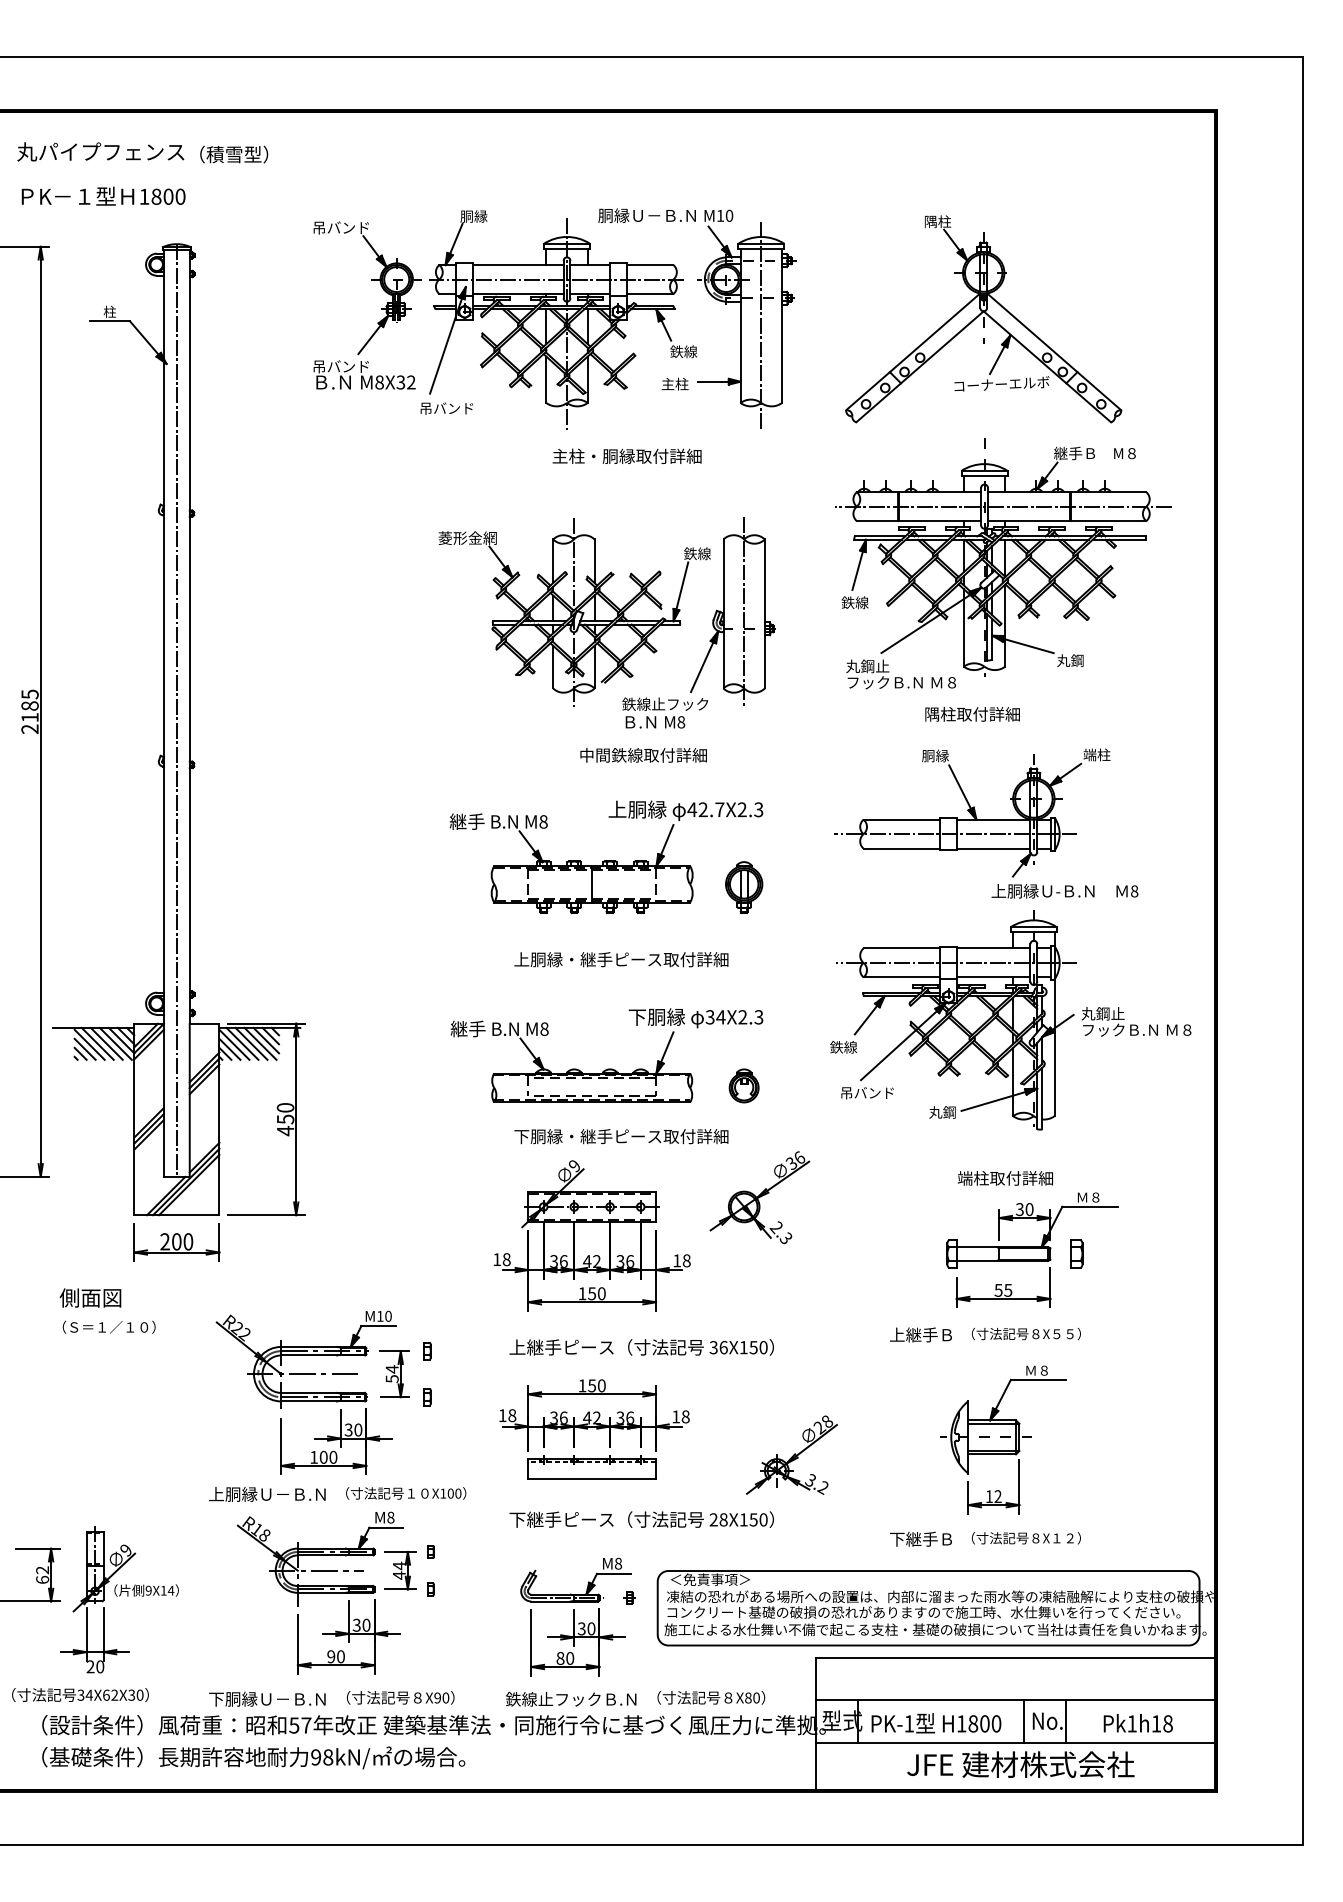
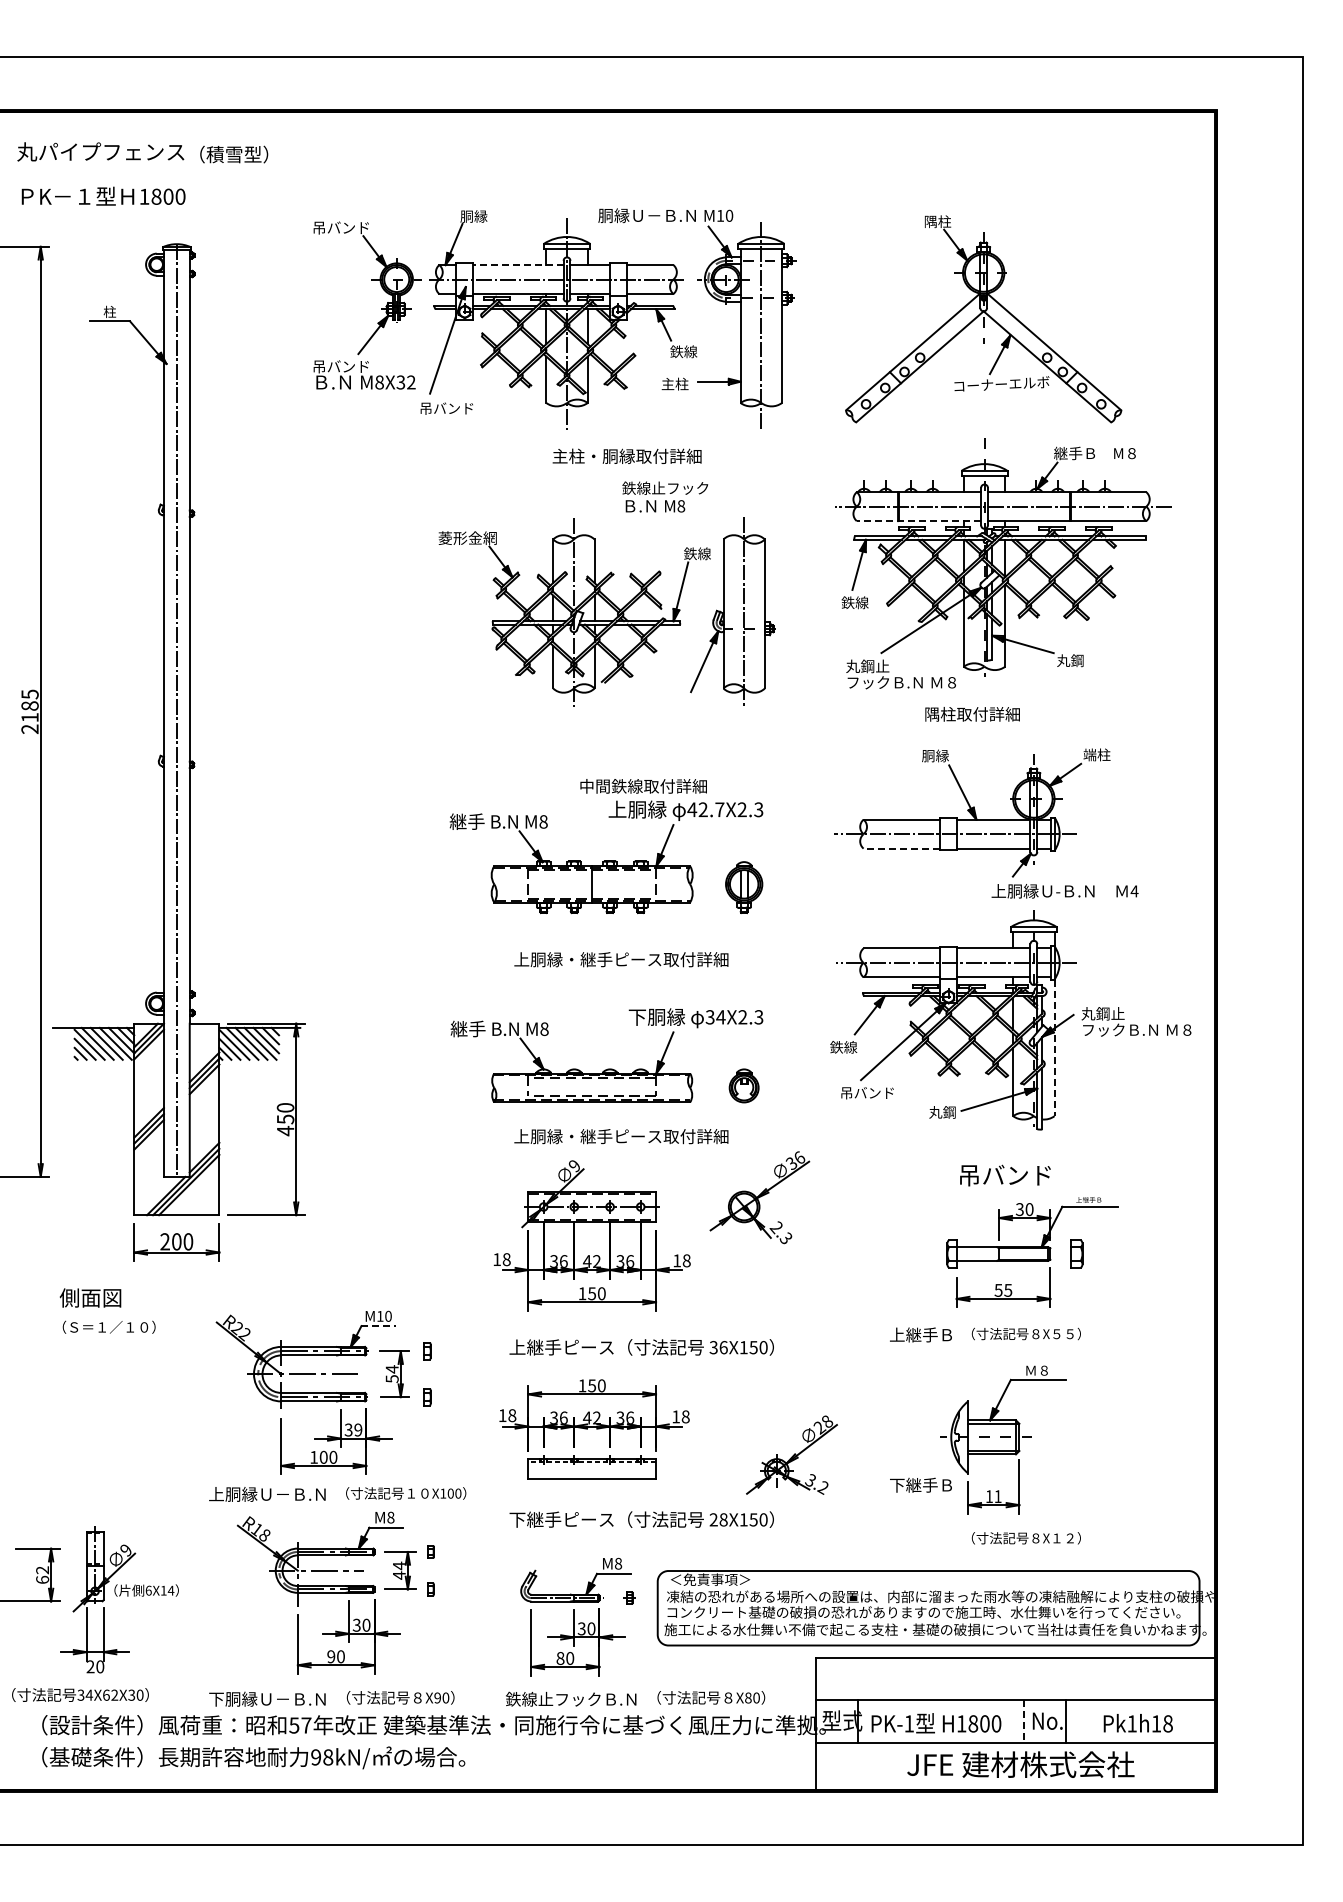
line at (518, 265): solid -> dashed
line at (918, 521): solid -> dashed
text at (665, 712) position: (665, 712) -> (665, 496)
text at (643, 755) position: (643, 755) -> (643, 786)
line at (901, 848): solid -> dashed
text at (1134, 891): 8 -> 4
line at (1054, 1048): solid -> dashed
text at (521, 1136): 下胴縁・継手ピース取付詳細 -> 上胴縁・継手ピース取付詳細
text at (1004, 1175): 端柱取付詳細 -> 吊バンド
text at (1088, 1197): Ｍ８ -> 上継手Ｂ
line at (379, 1326): solid -> dashed
text at (358, 1429): 30 -> 39
text at (997, 1496): 12 -> 11
text at (920, 1538) position: (920, 1538) -> (920, 1484)
text at (148, 1590): 9X14 -> 6X14
line at (1023, 1721): solid -> dashed
